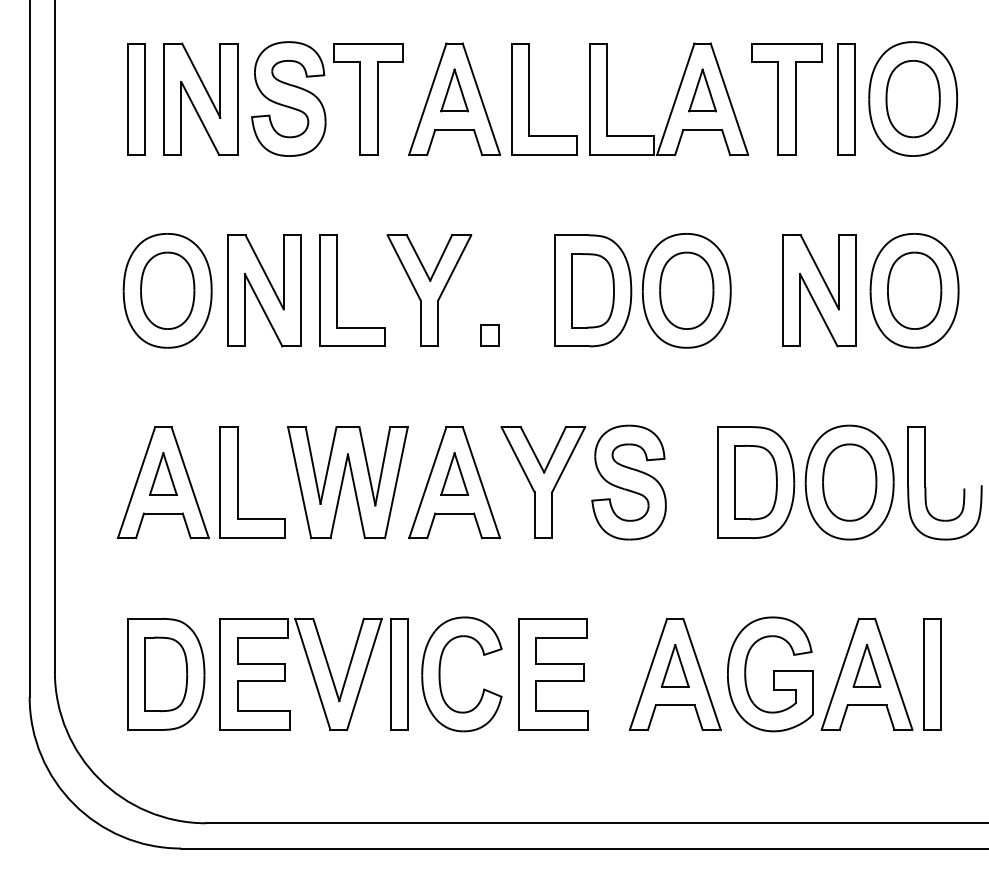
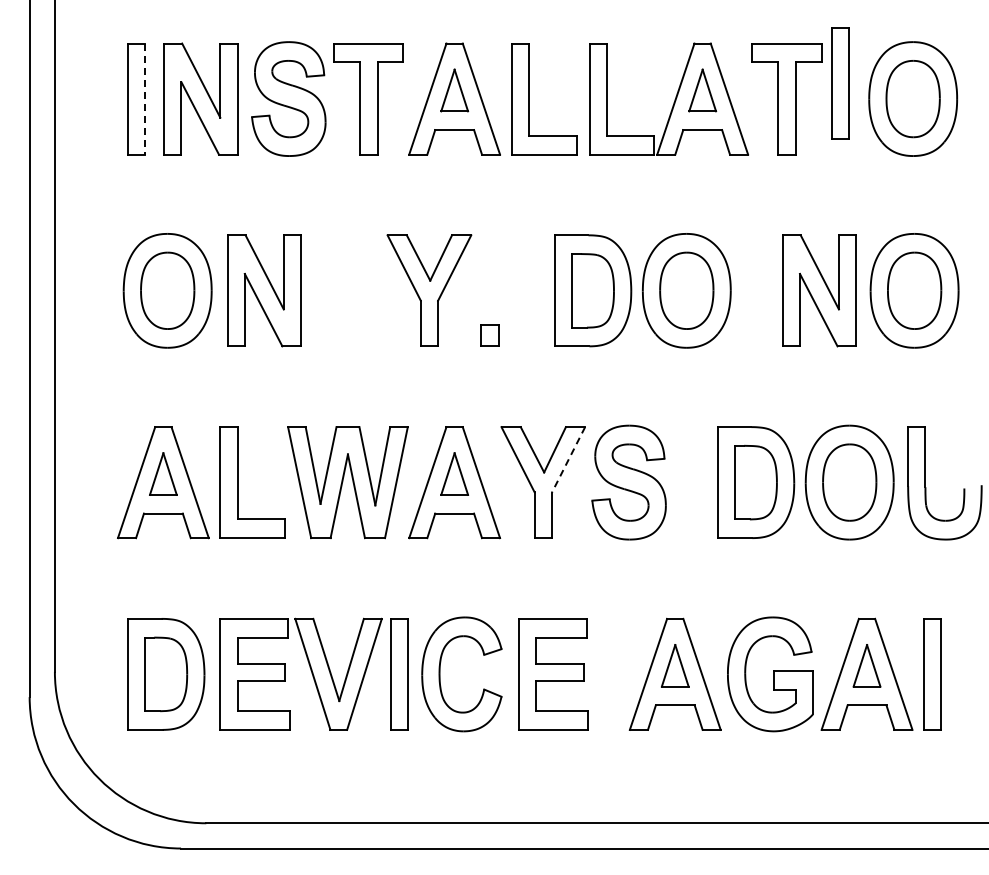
line at (145, 99): solid -> dashed
part at (846, 99) position: (846, 99) -> (840, 83)
part at (337, 290): present -> none
line at (568, 459): solid -> dashed
